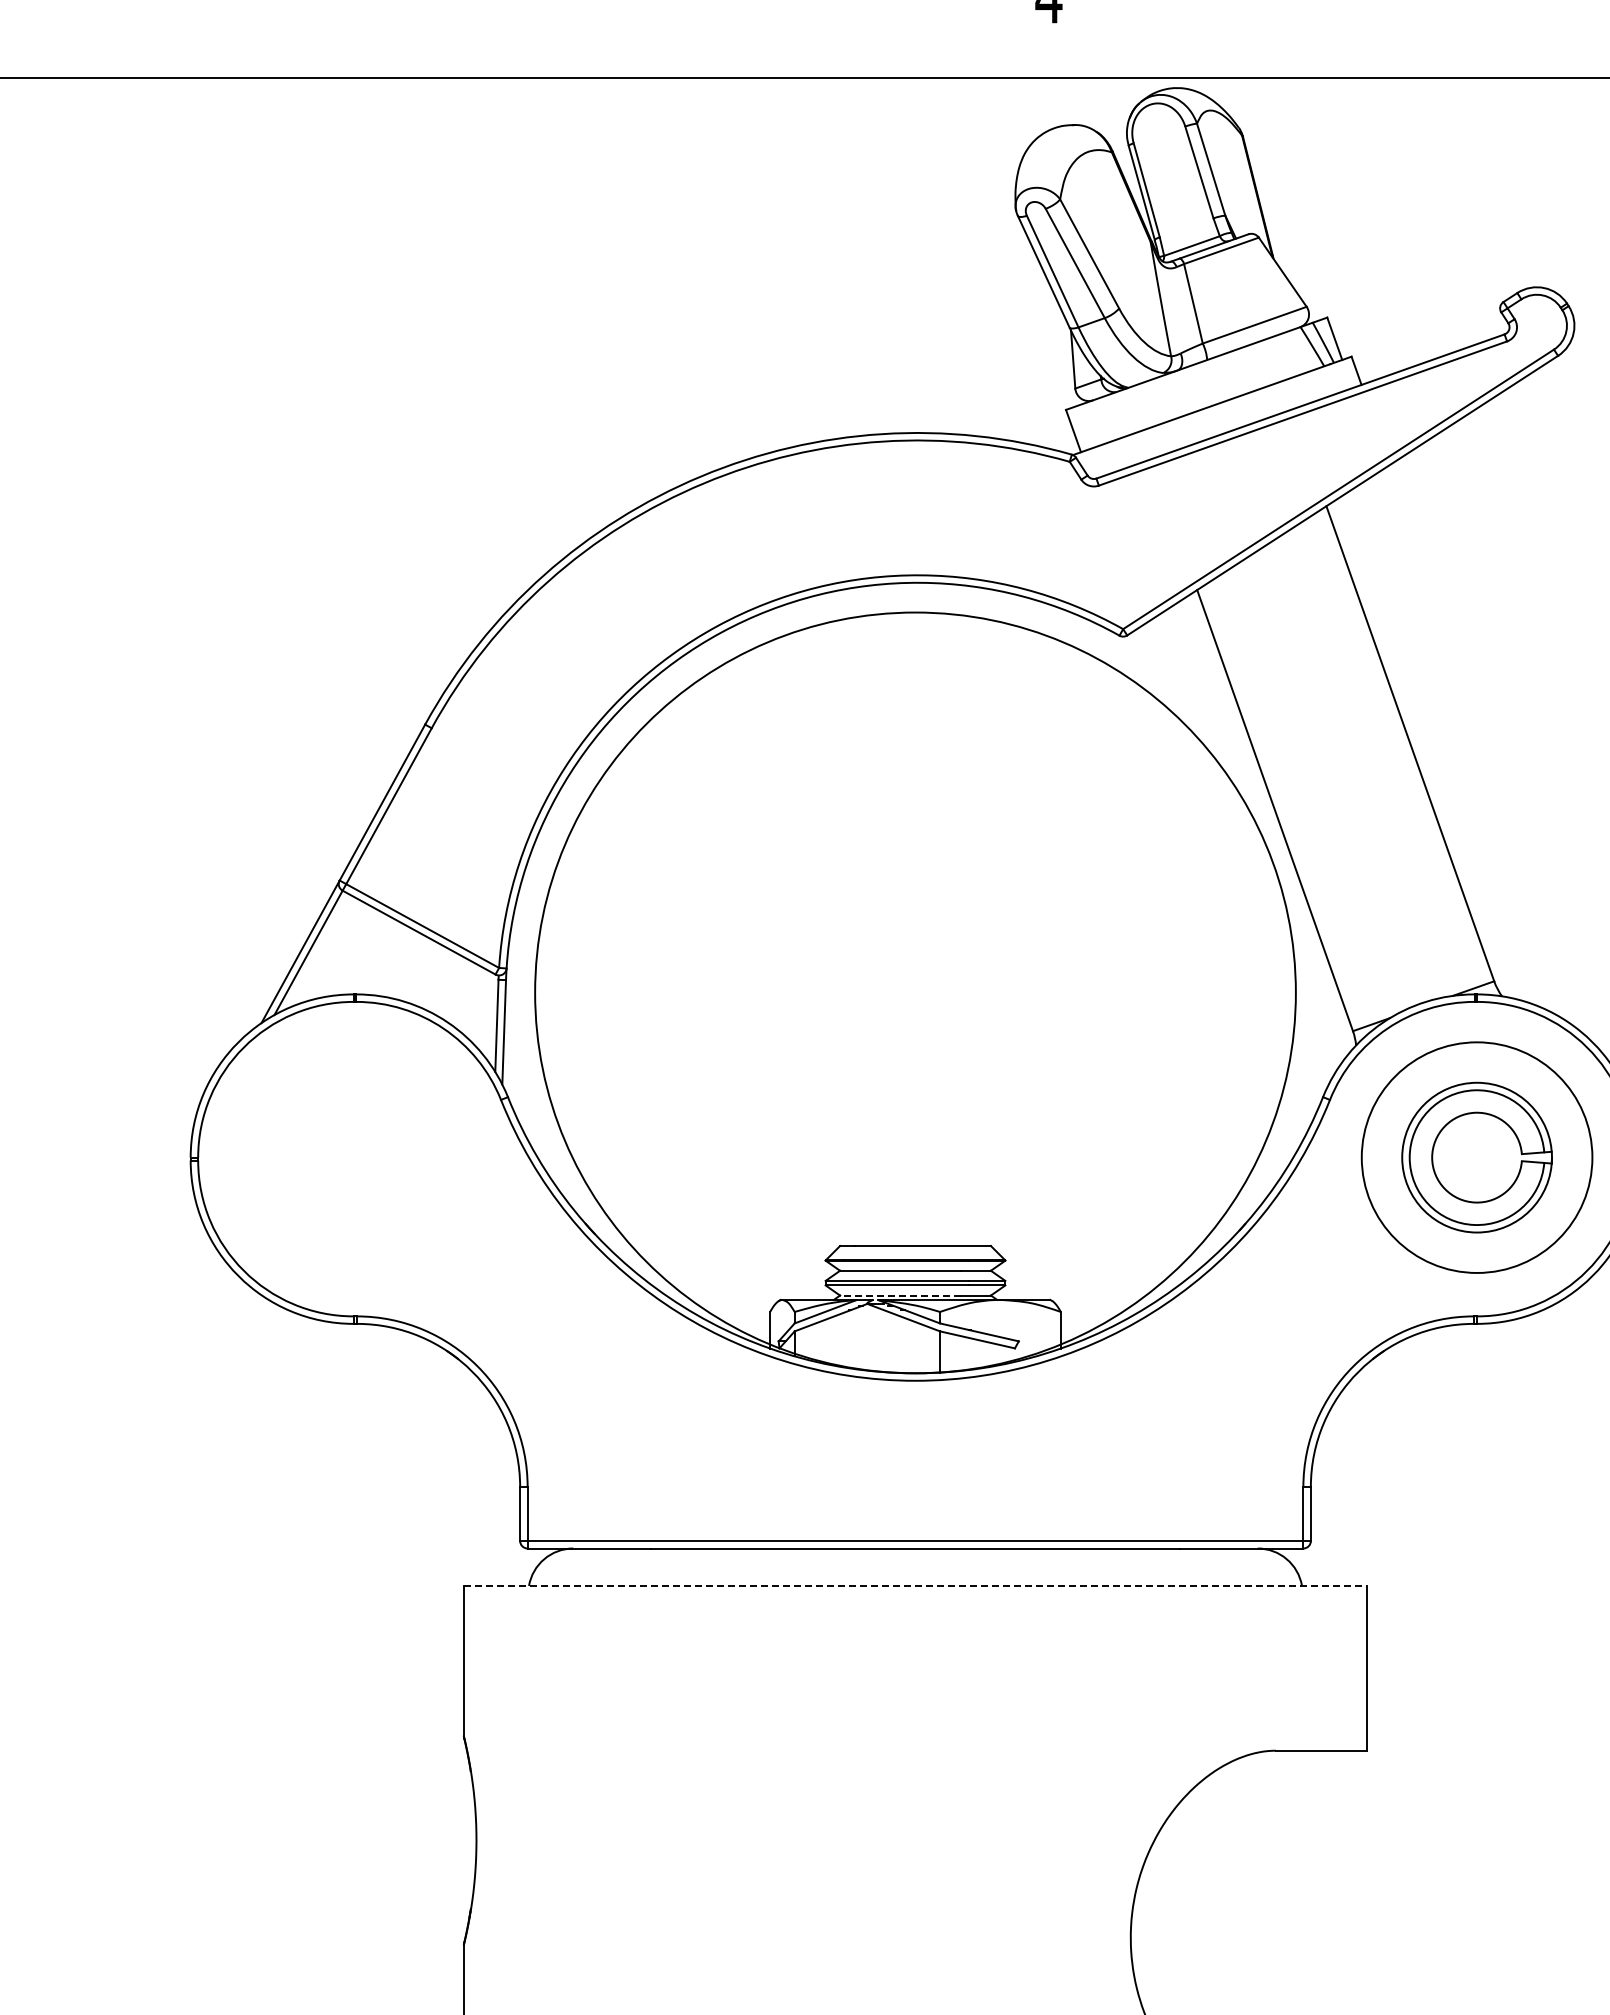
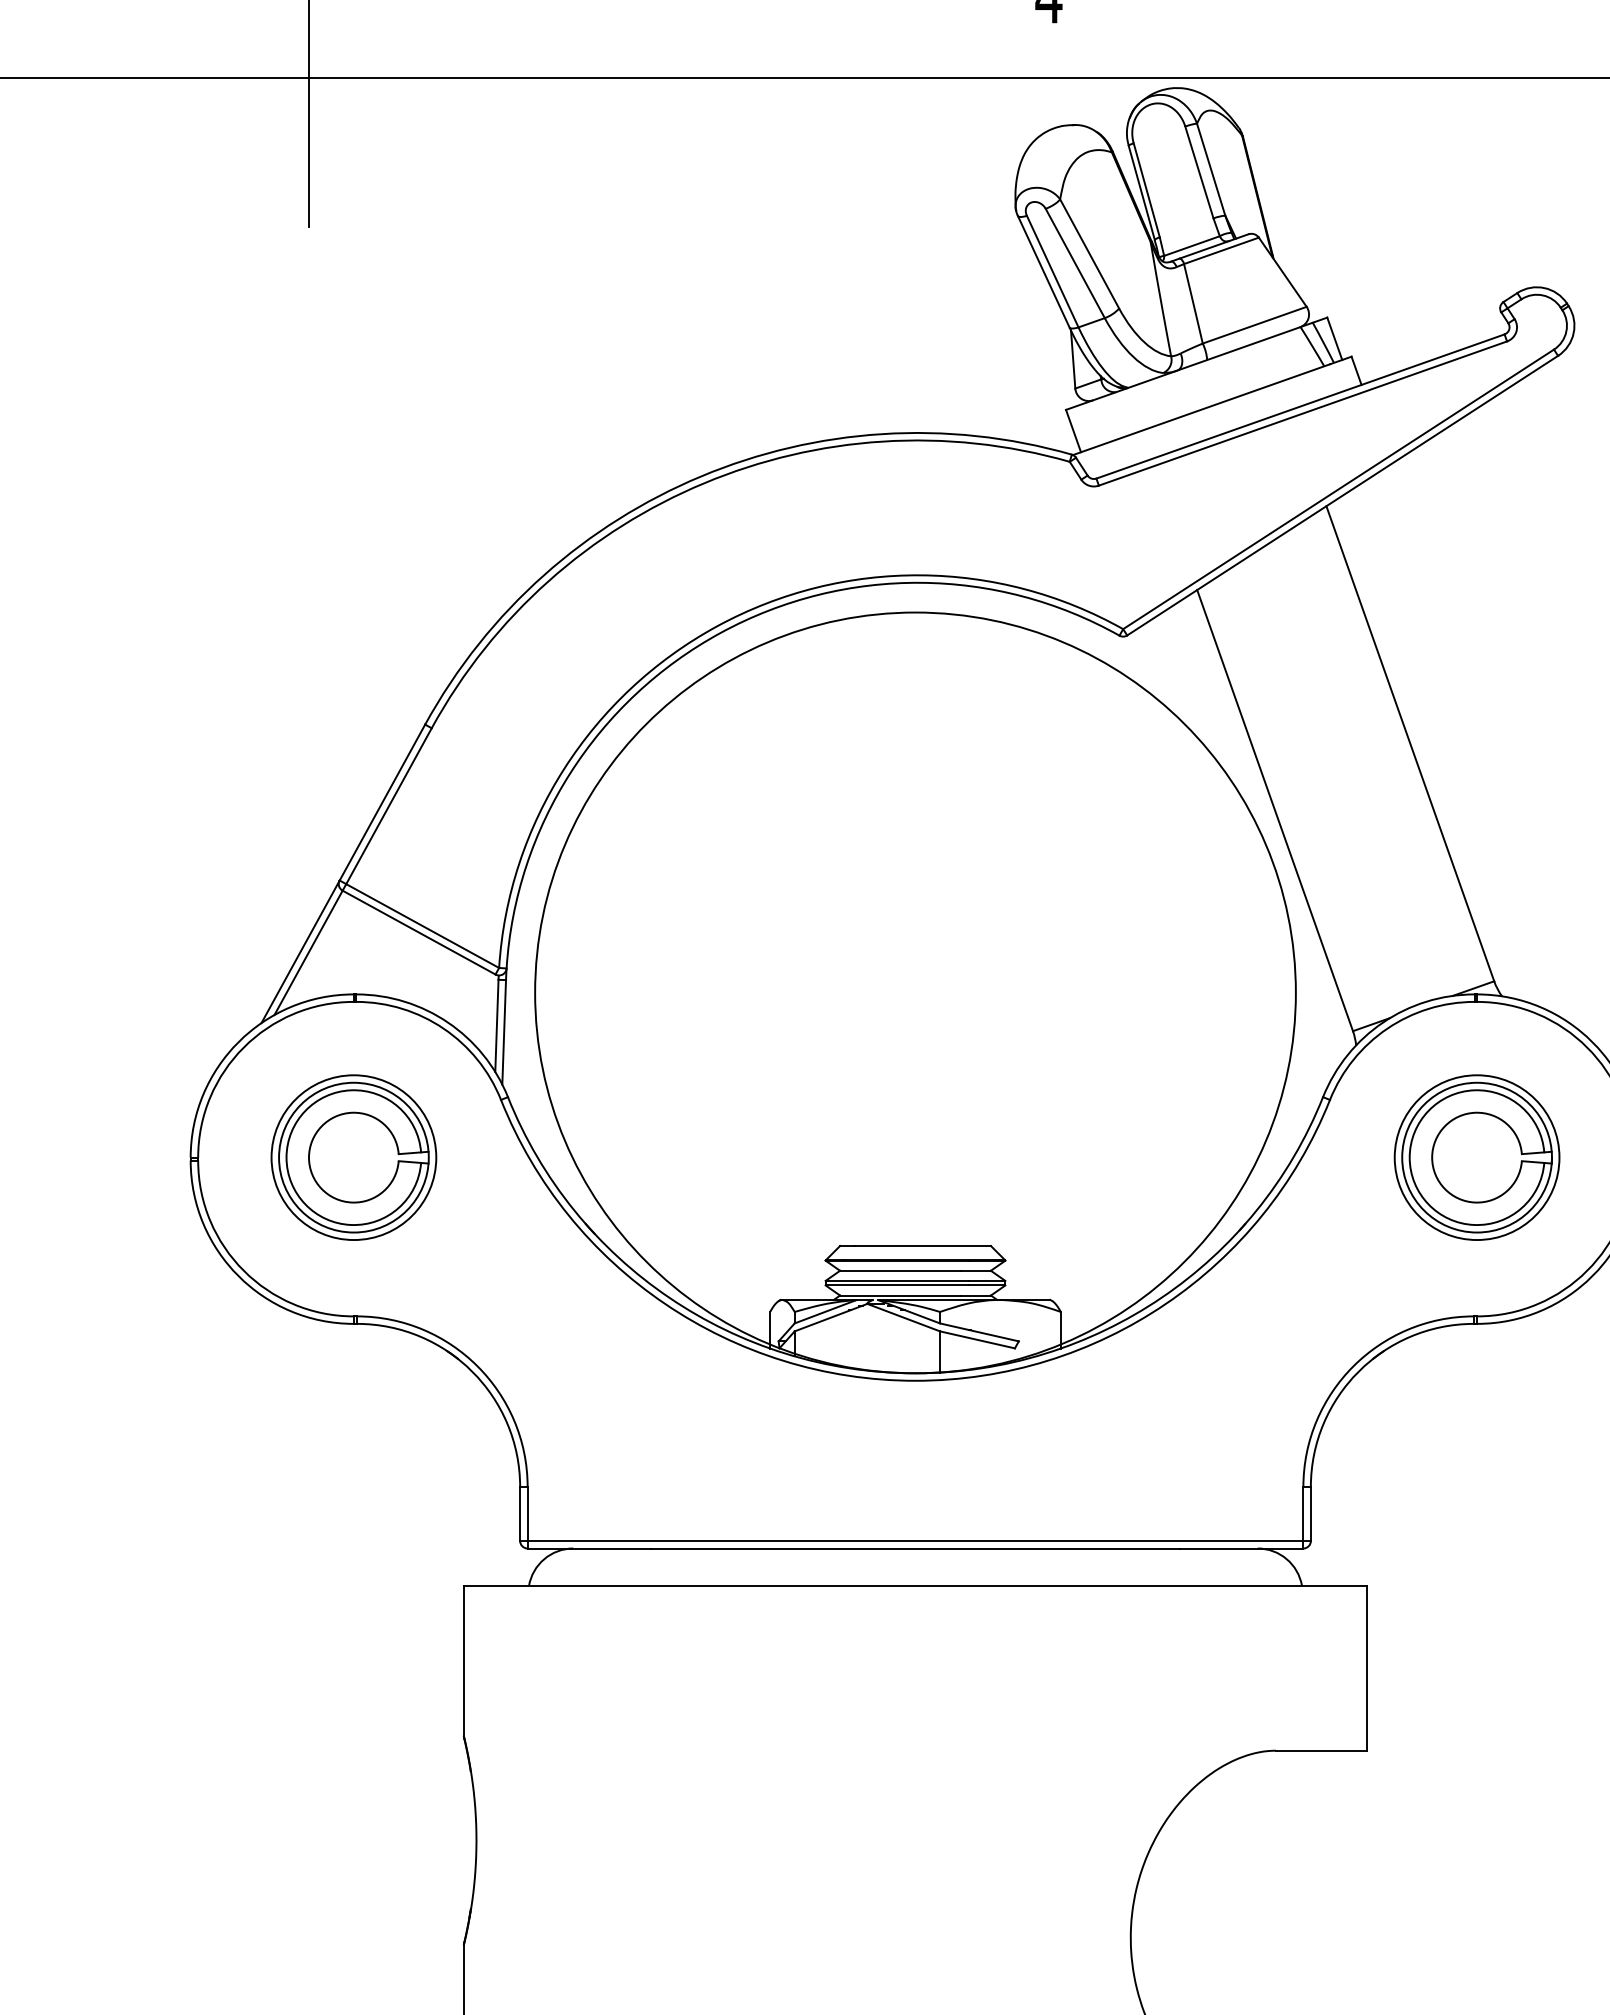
line at (308, 114): none -> present
part at (353, 1157): none -> present
circle at (1476, 1157) diameter: 231 px -> 165 px
line at (899, 1295): dashed -> solid
line at (915, 1585): dashed -> solid
